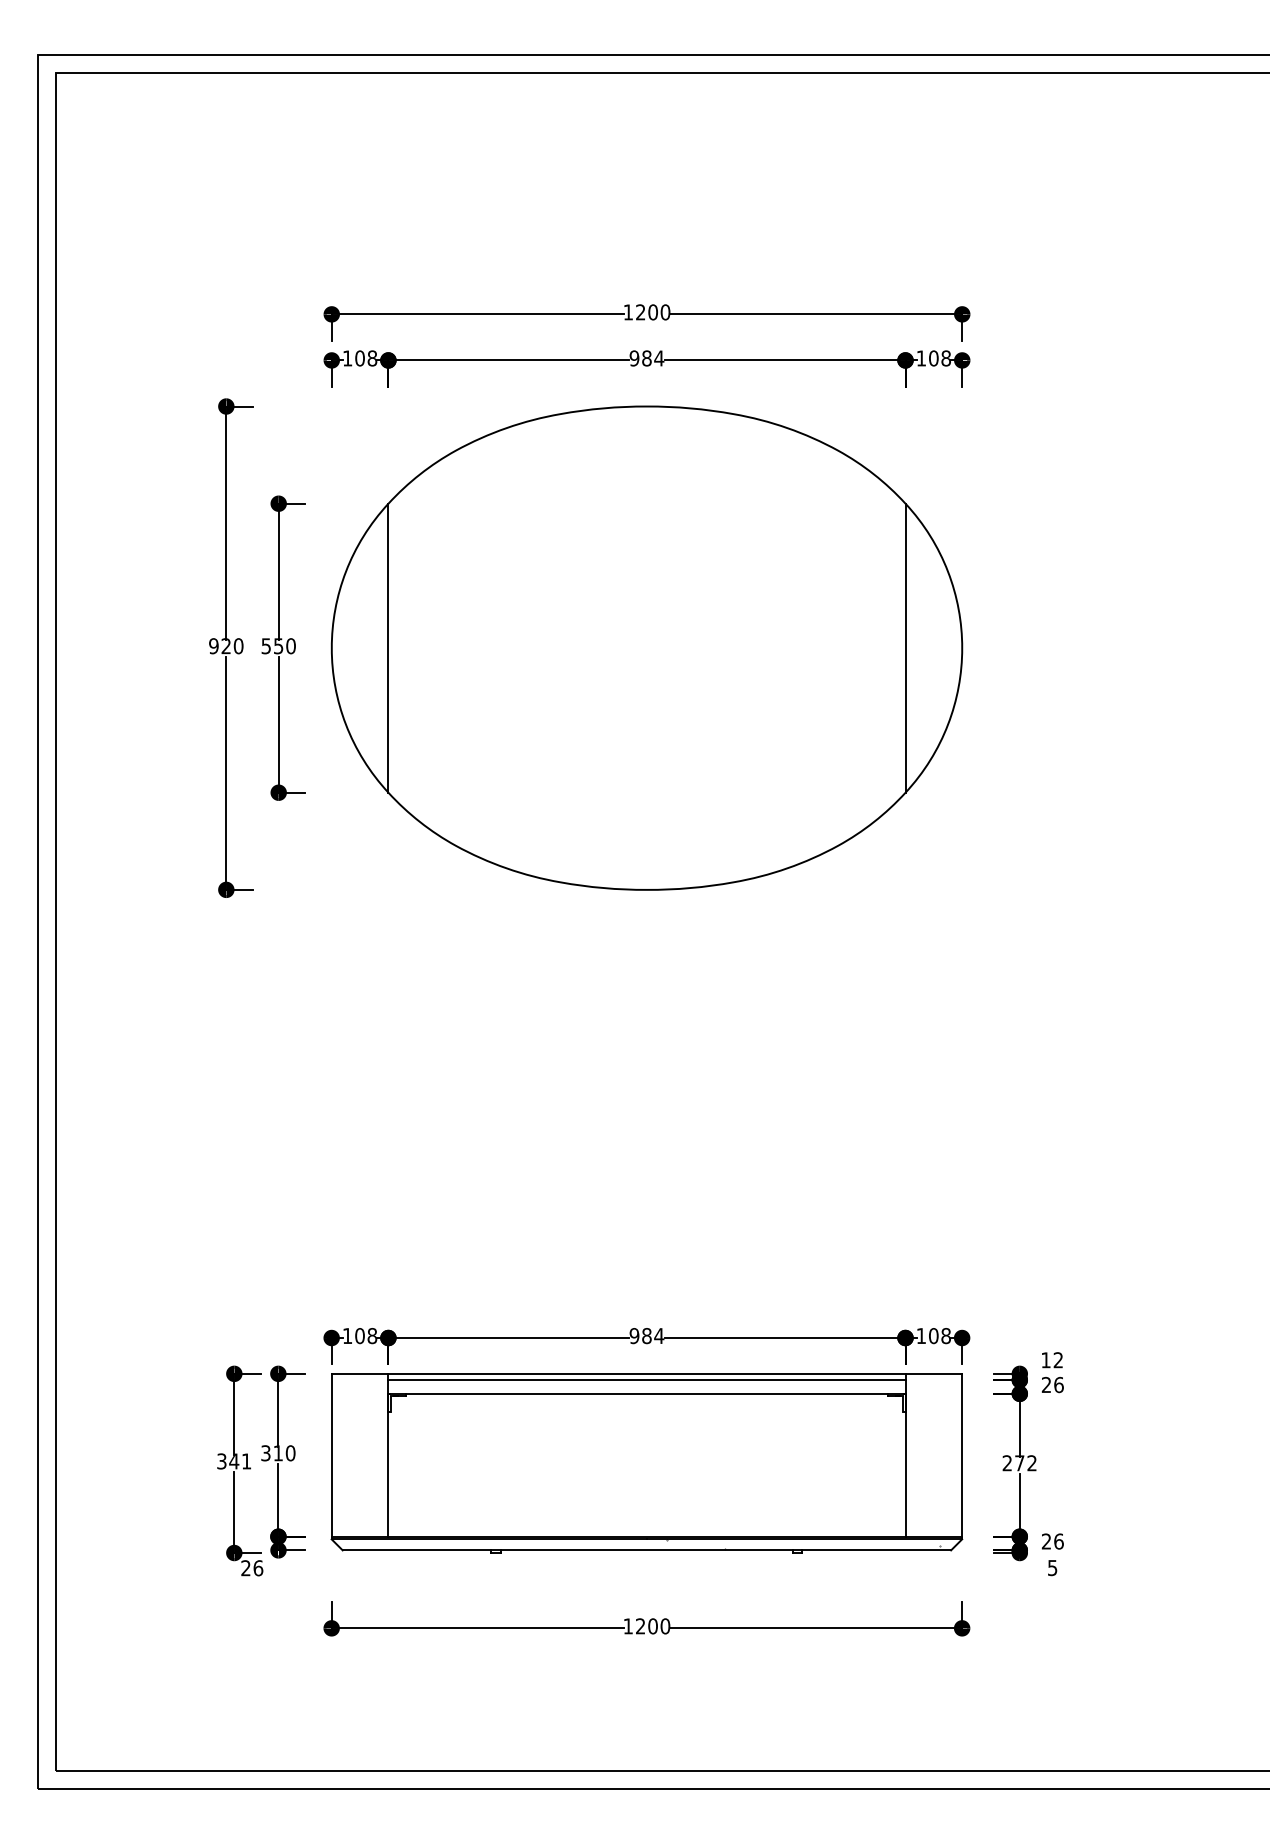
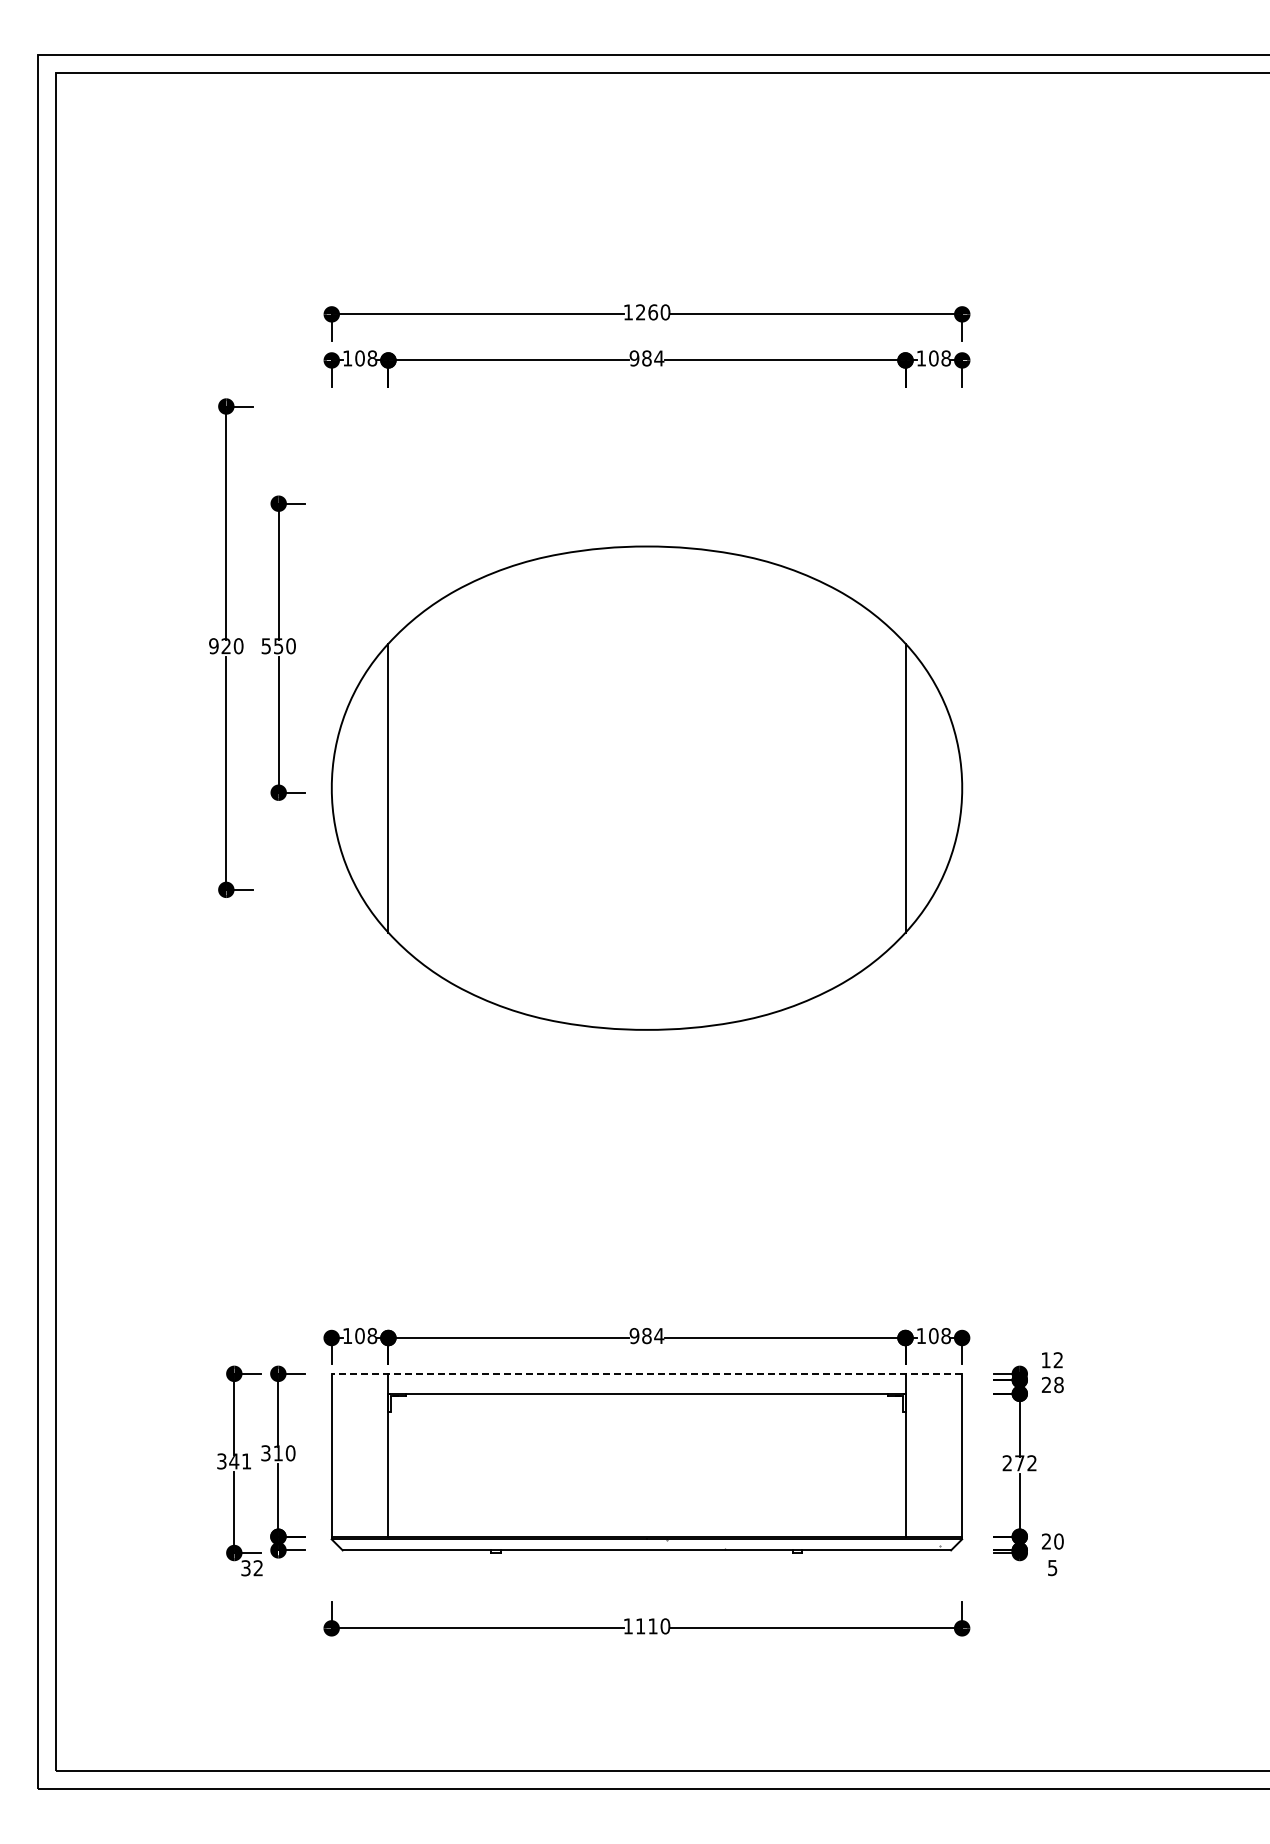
text at (653, 312): 1200 -> 1260
part at (646, 647) position: (646, 647) -> (646, 787)
line at (646, 1373): solid -> dashed
line at (646, 1380): present -> none
text at (1058, 1384): 26 -> 28
text at (1058, 1541): 26 -> 20
text at (252, 1568): 26 -> 32
text at (646, 1626): 1200 -> 1110
